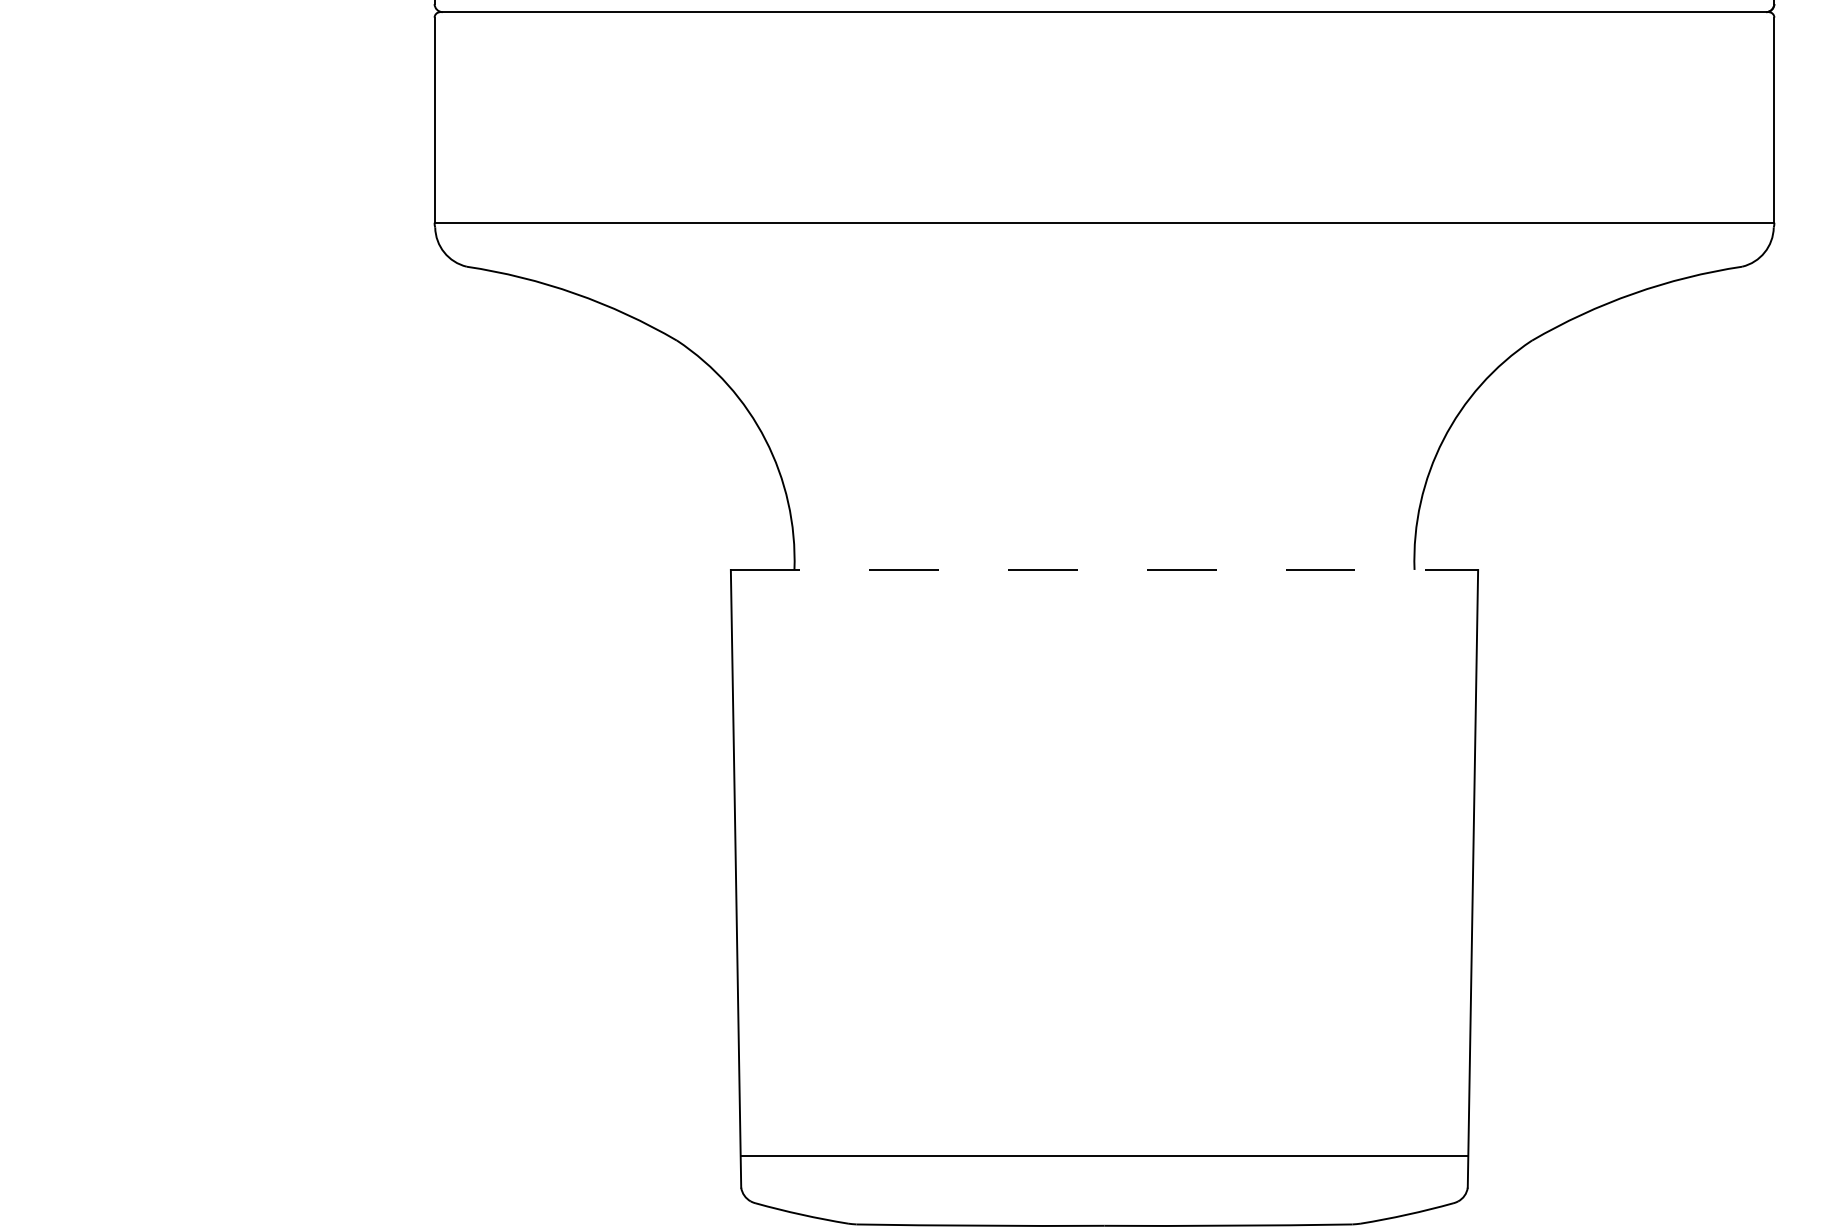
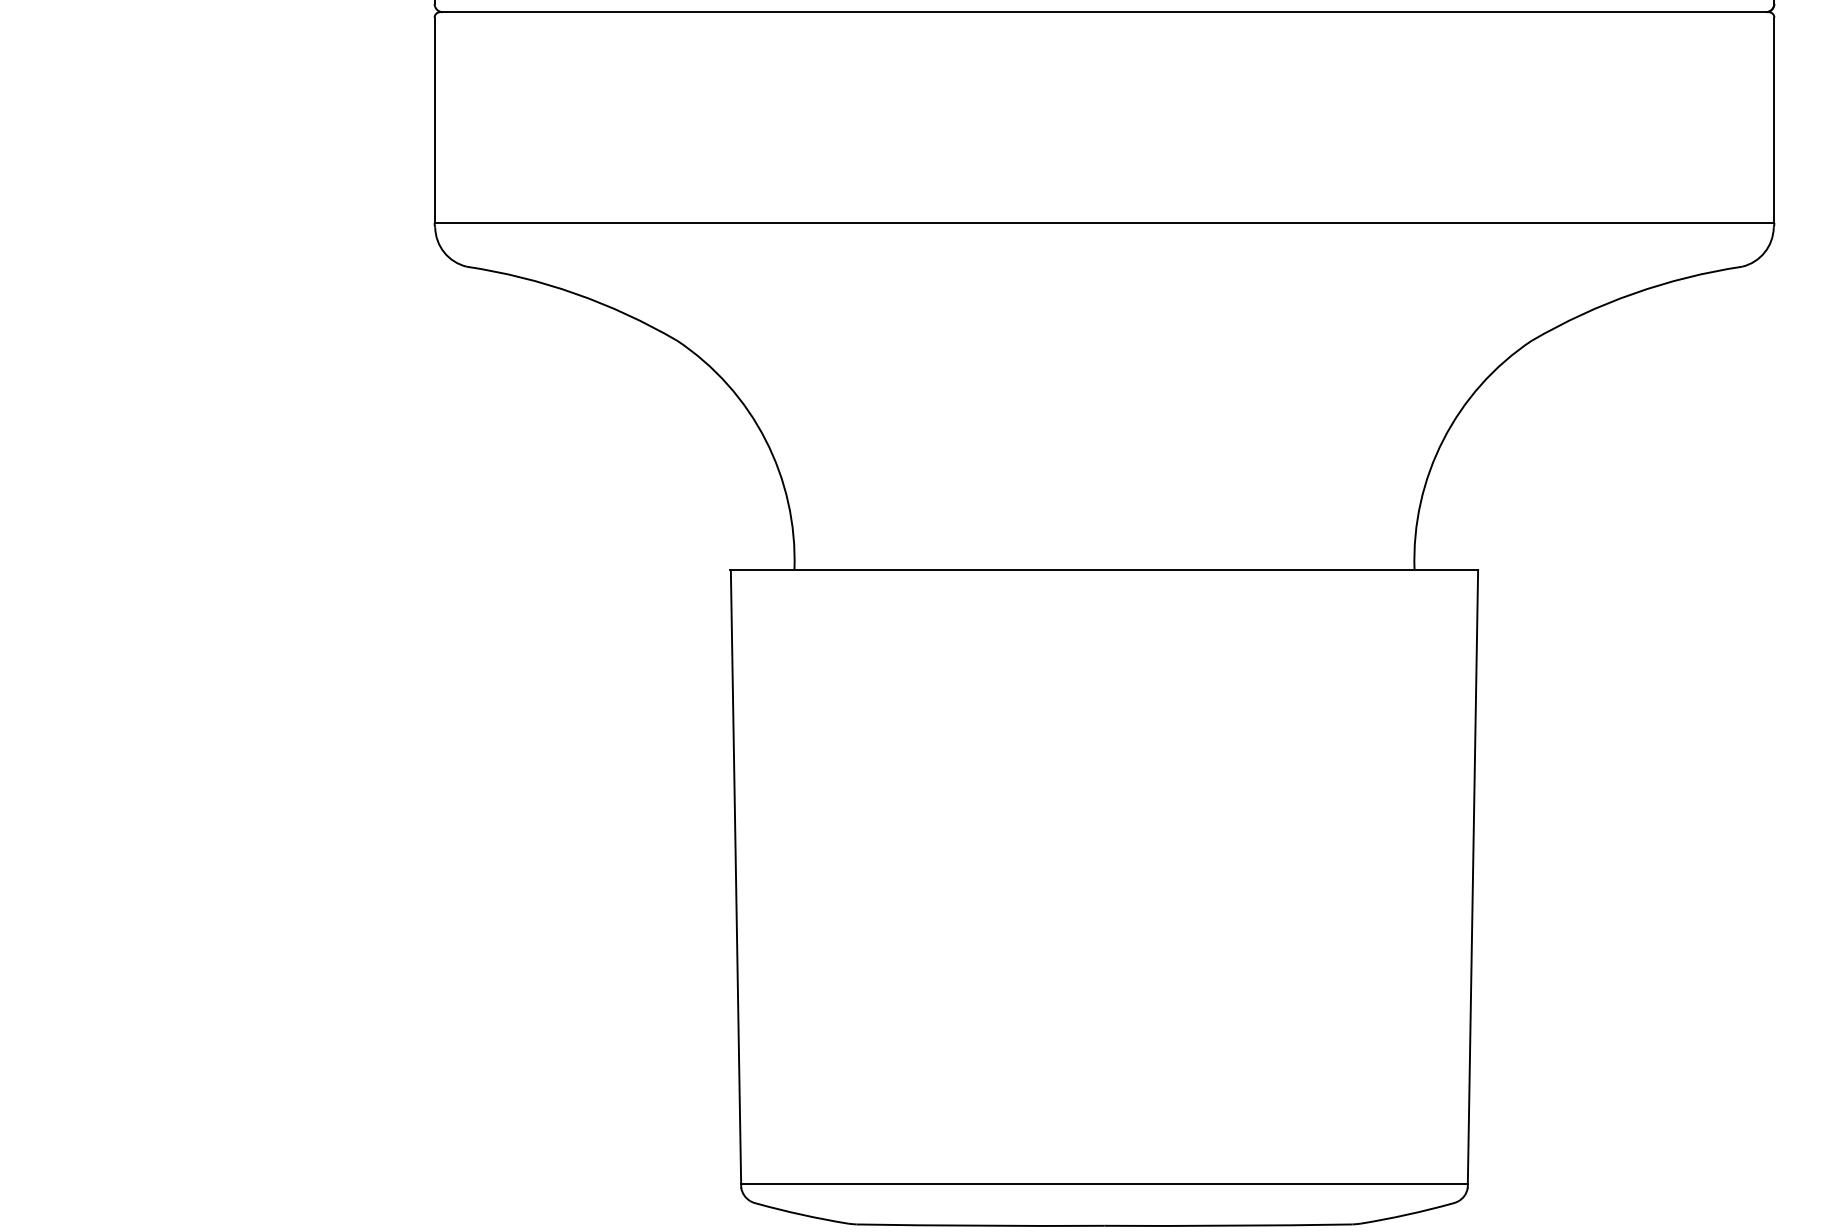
line at (1104, 569): dashed -> solid
line at (1104, 1155) position: (1104, 1155) -> (1104, 1183)
